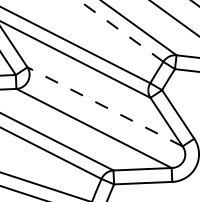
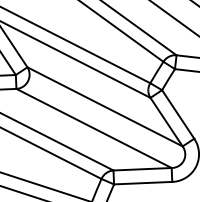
line at (120, 30): dashed -> solid
line at (104, 106): dashed -> solid
